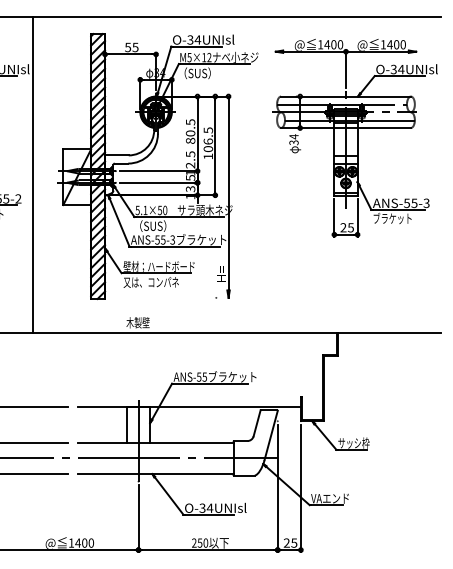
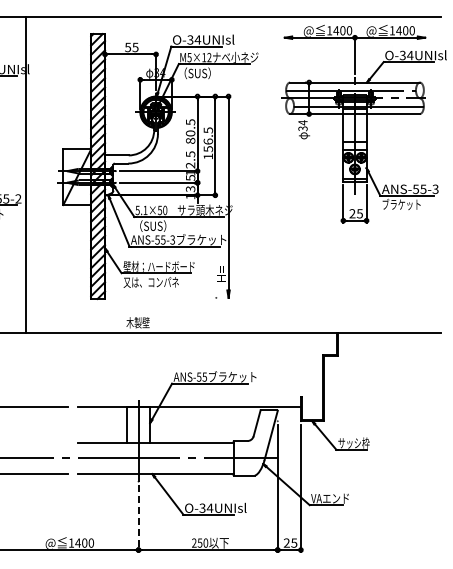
part at (354, 138) position: (354, 138) -> (363, 124)
text at (207, 149): 106.5 -> 156.5
line at (32, 174) position: (32, 174) -> (25, 174)
line at (35, 442): present -> none
line at (138, 519): solid -> dashed
